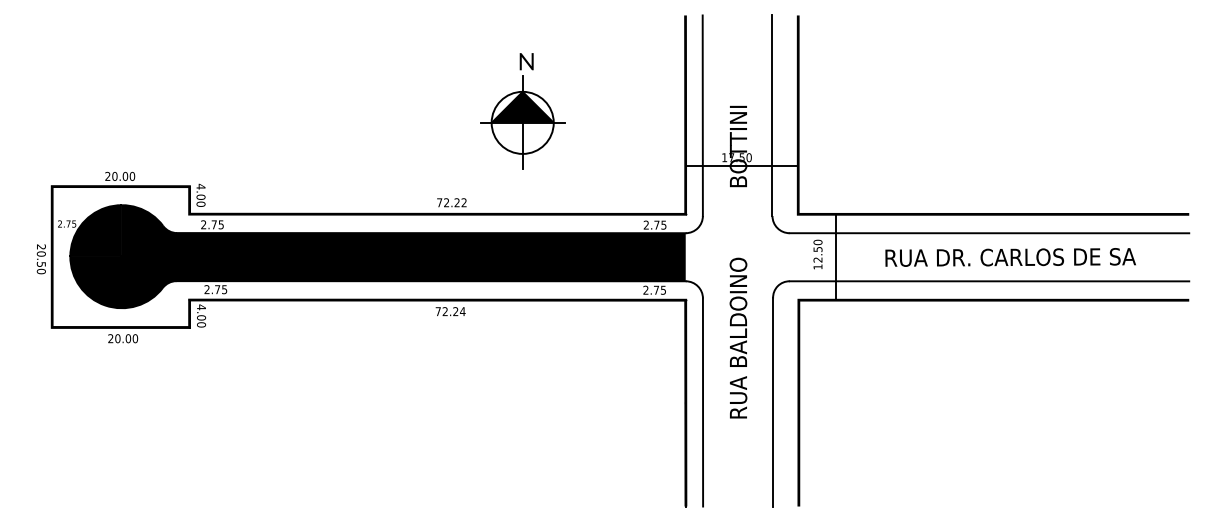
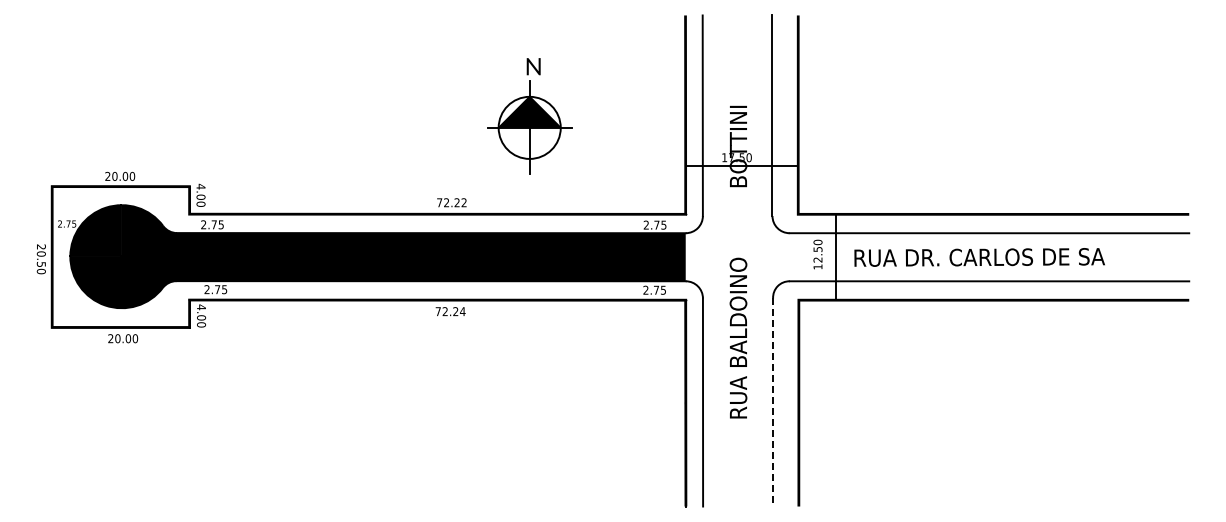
part at (522, 111) position: (522, 111) -> (529, 116)
text at (1010, 257) position: (1010, 257) -> (979, 257)
line at (773, 402): solid -> dashed
